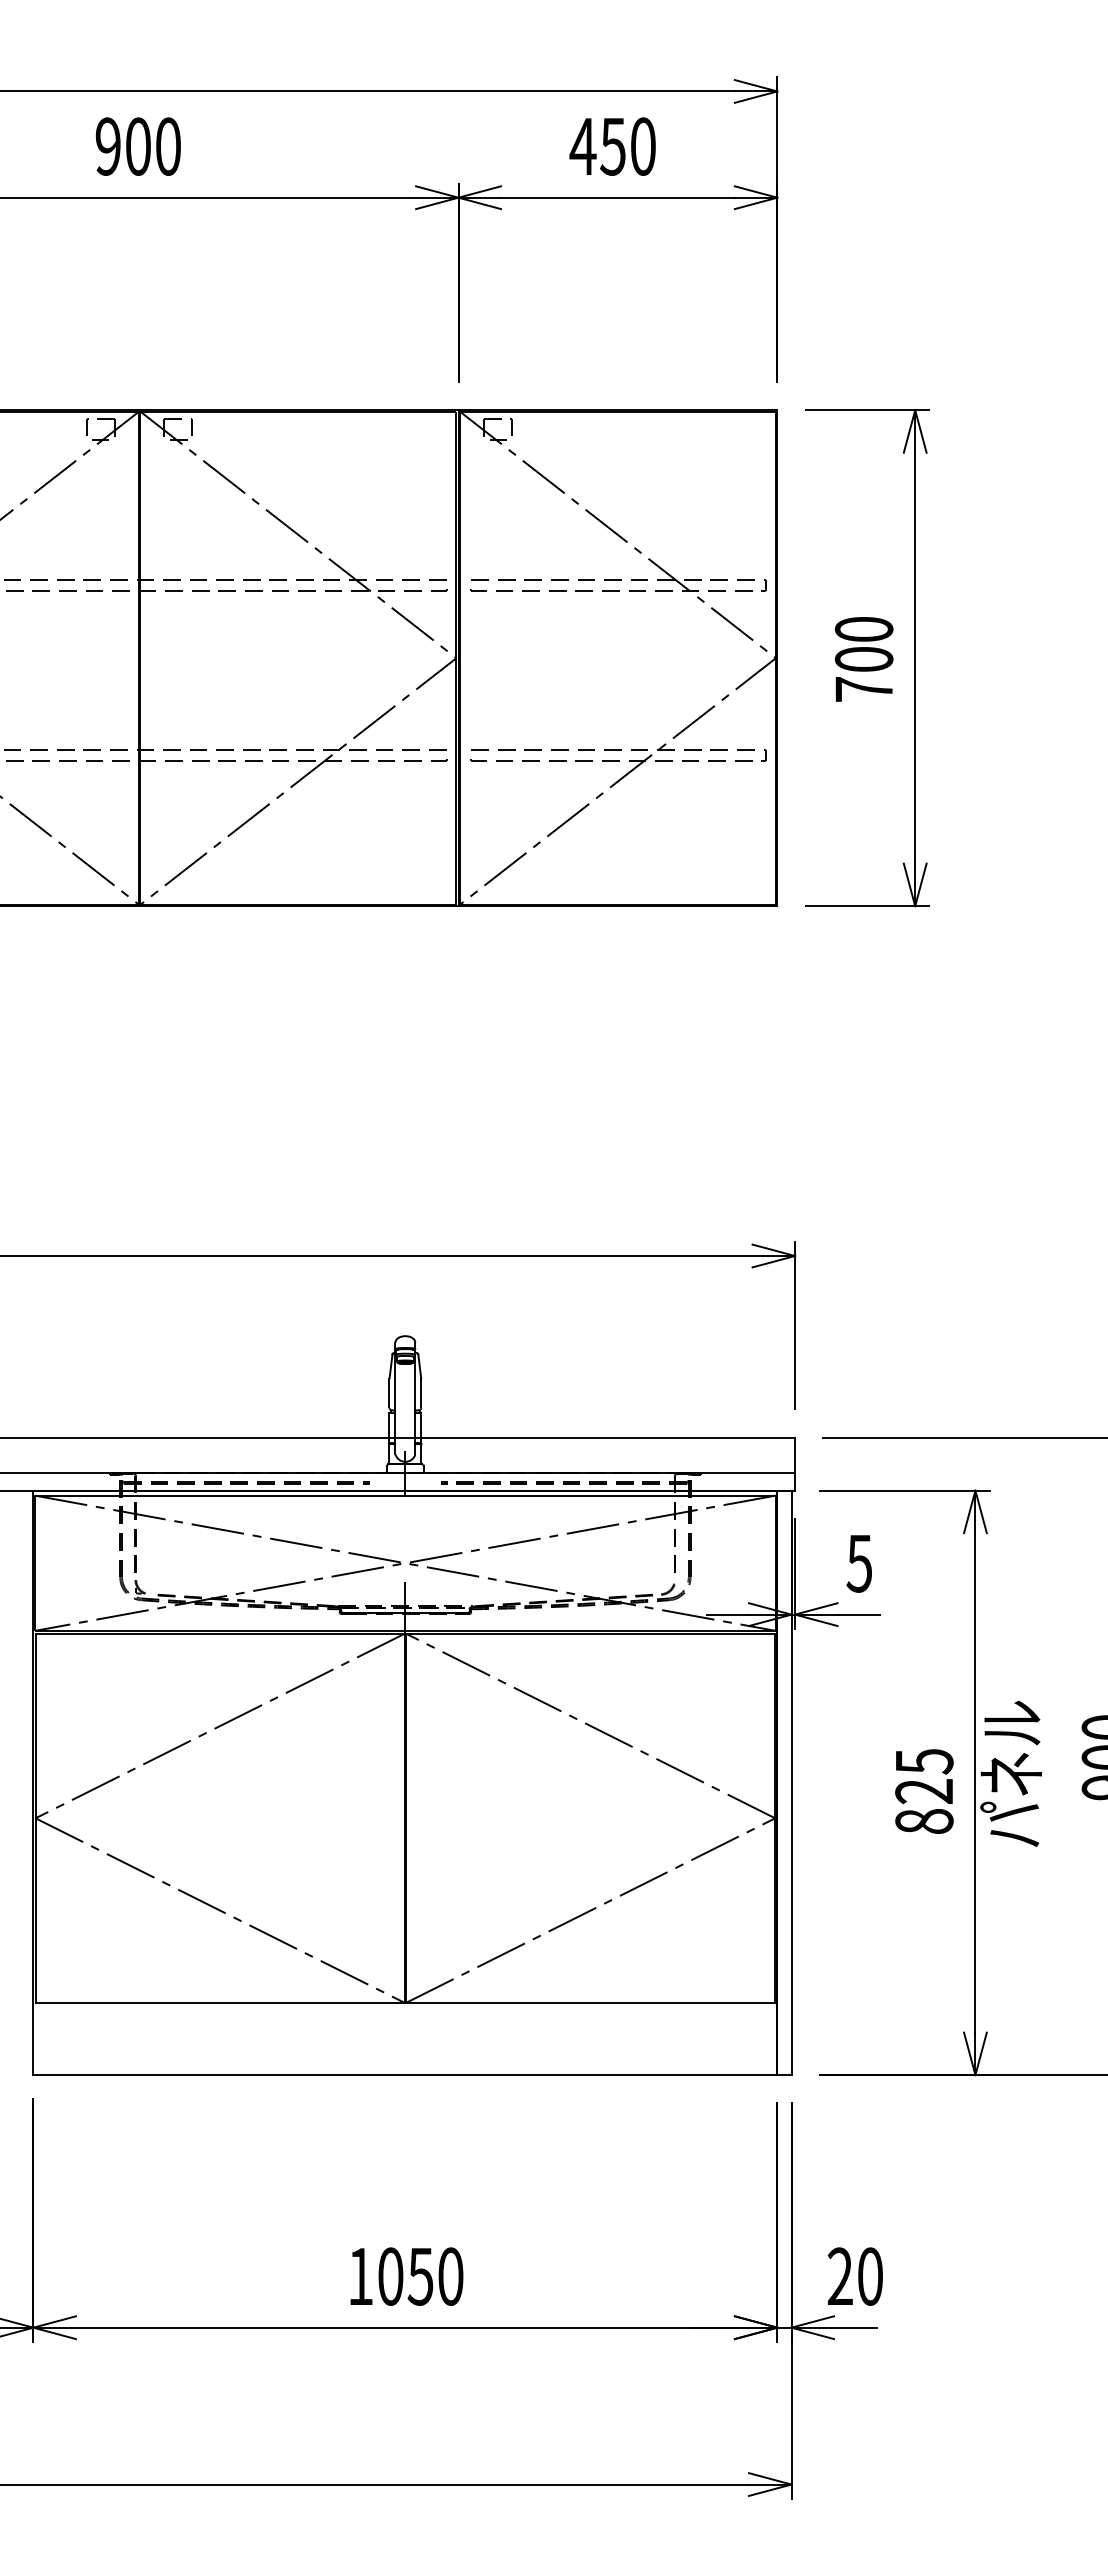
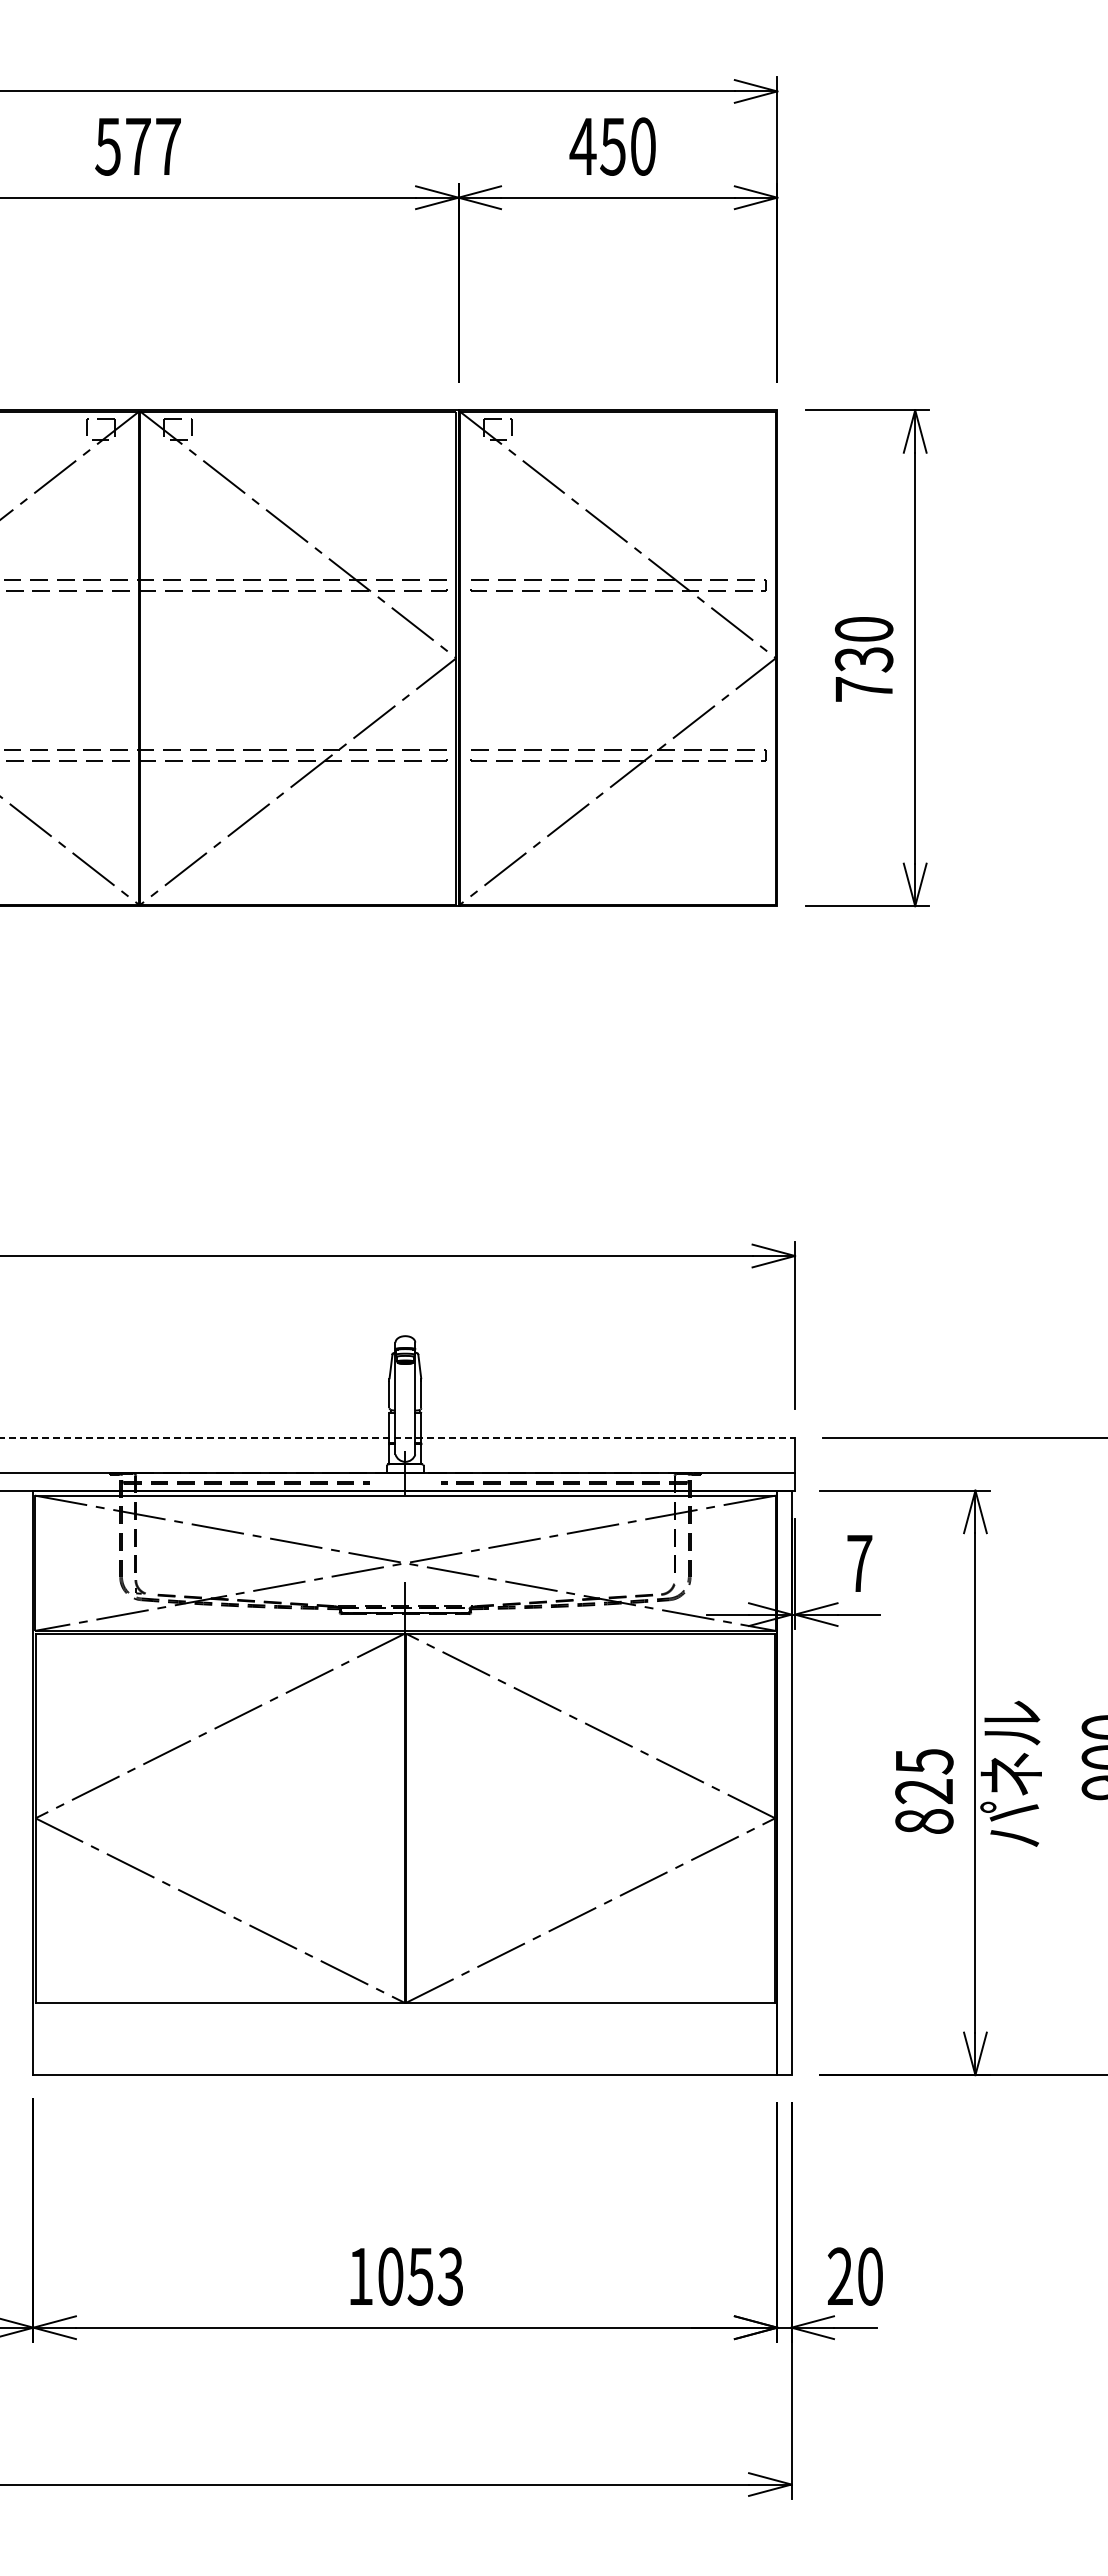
text at (137, 146): 900 -> 577
text at (864, 659): 700 -> 730
line at (398, 1437): solid -> dashed
text at (859, 1563): 5 -> 7
text at (450, 2276): 1050 -> 1053
